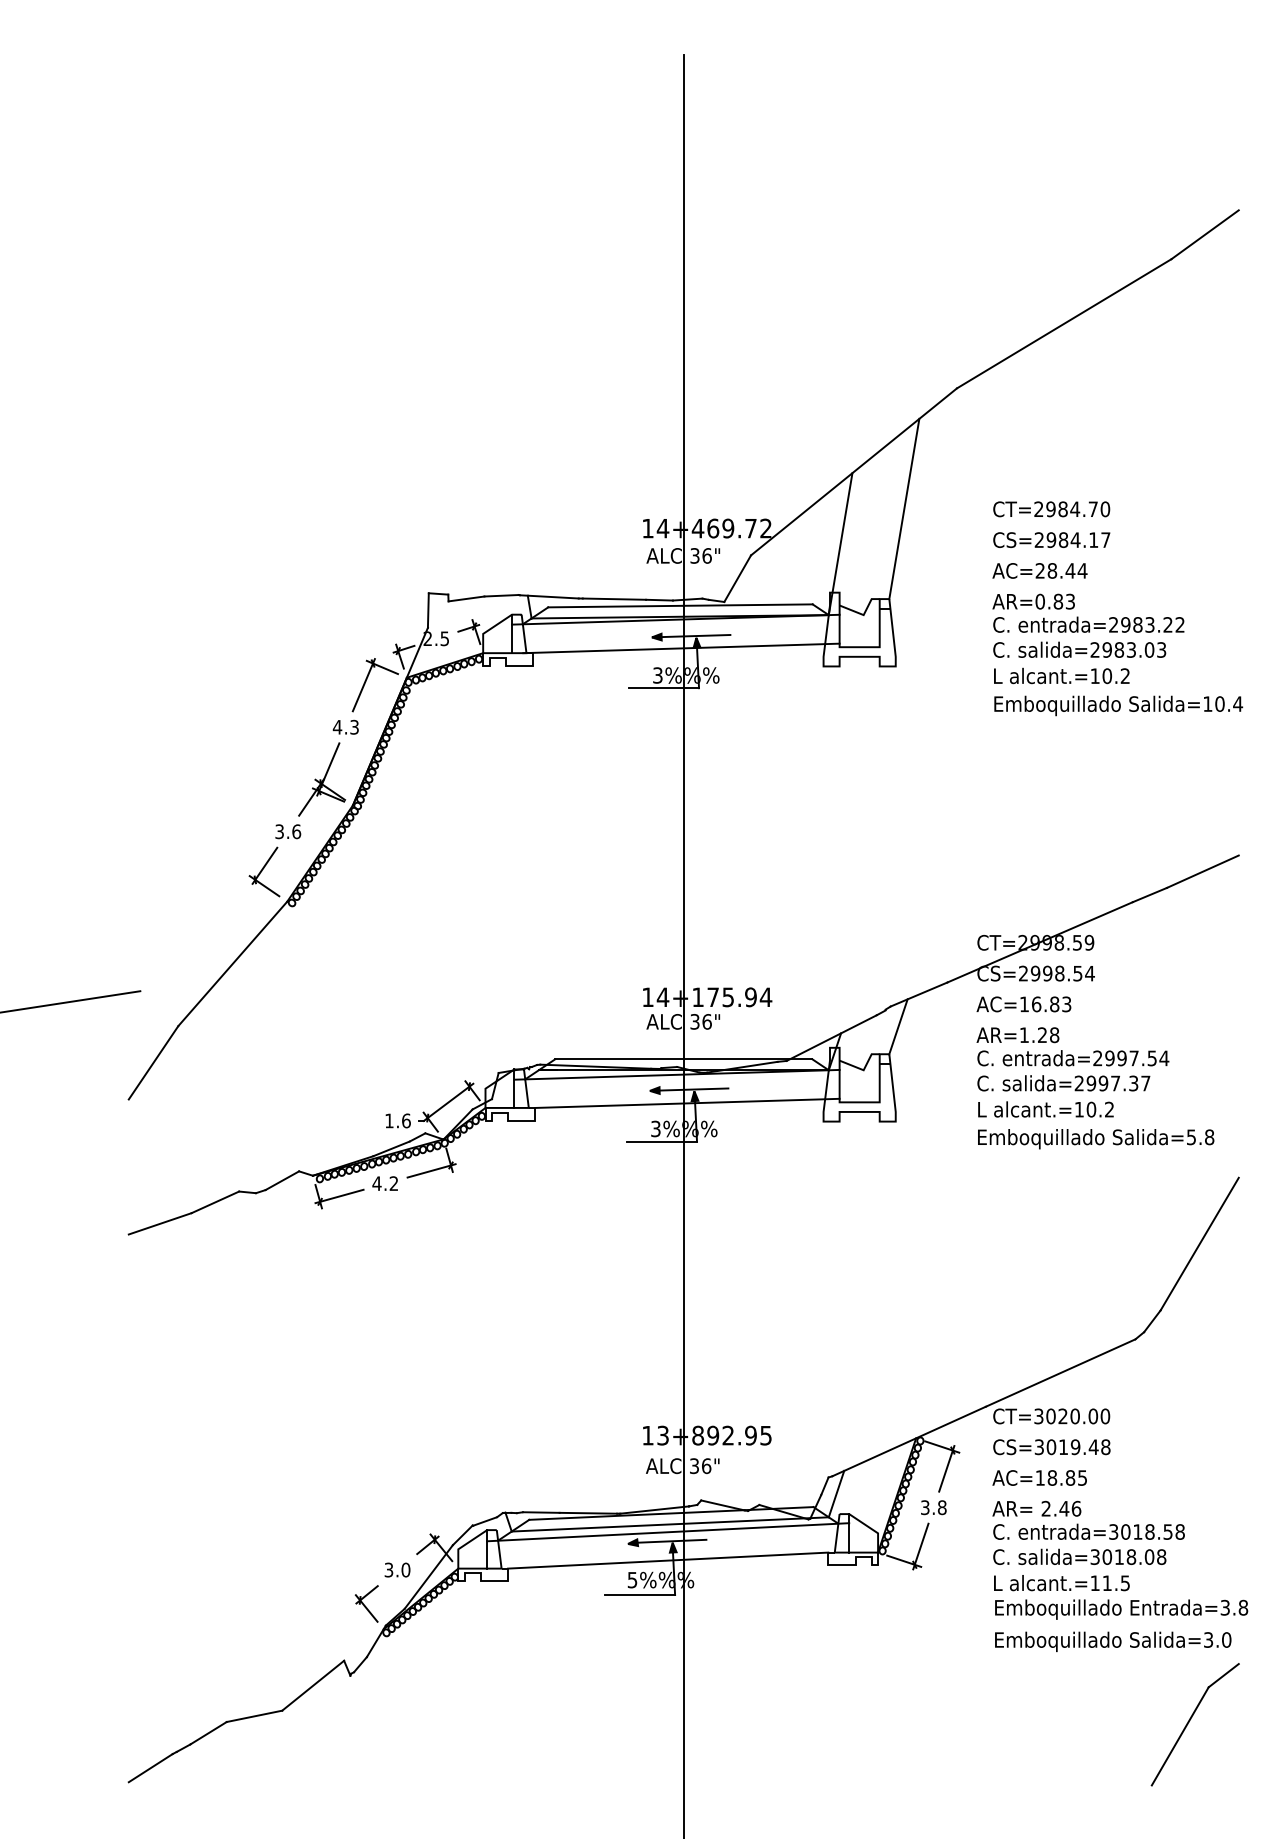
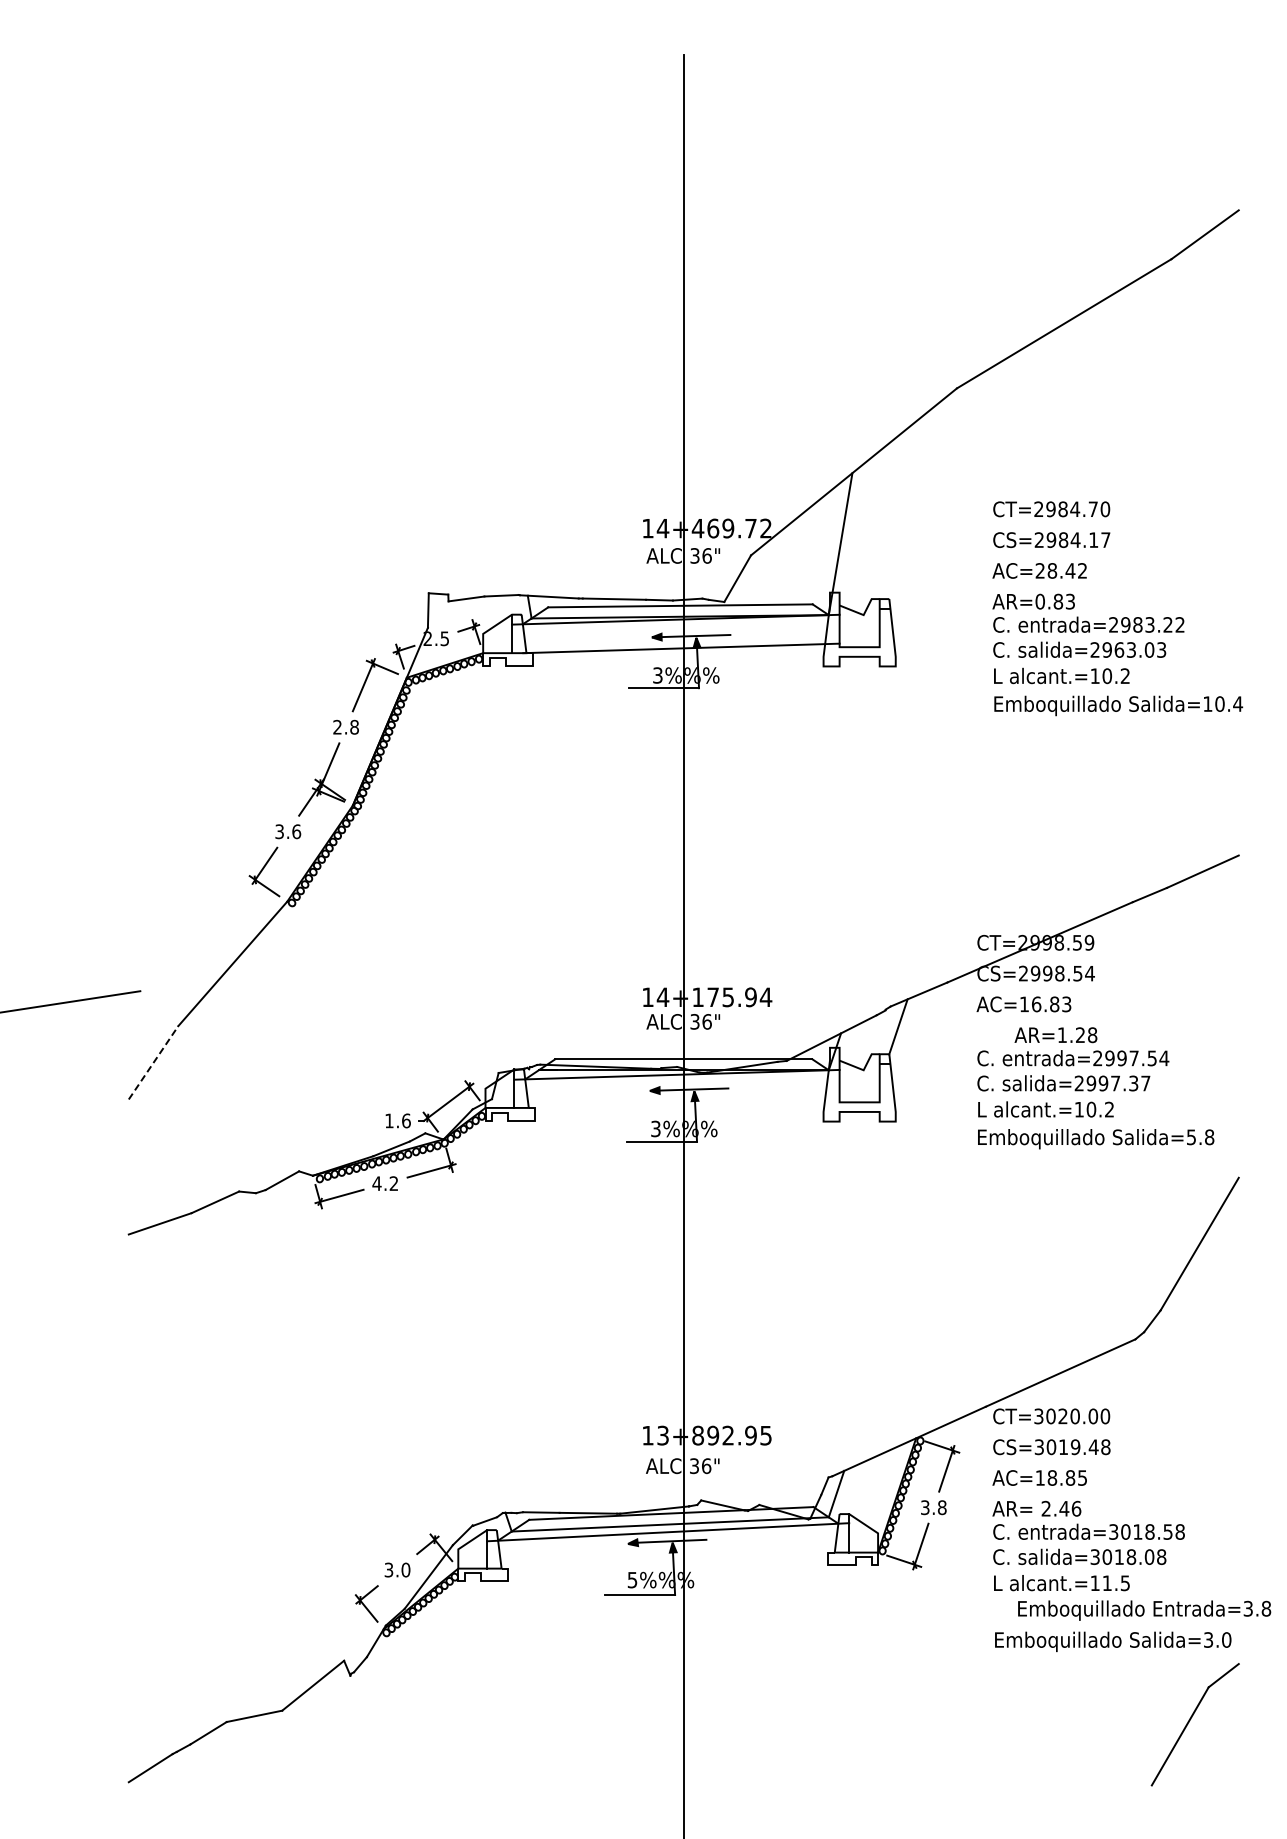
line at (904, 508): present -> none
text at (1082, 570): AC=28.44 -> AC=28.42
text at (1119, 649): salida=2983.03 -> salida=2963.03
text at (345, 726): 4.3 -> 2.8
text at (1017, 1035) position: (1017, 1035) -> (1055, 1035)
line at (153, 1062): solid -> dashed
line at (687, 1102): present -> none
line at (668, 1560): present -> none
text at (1121, 1609) position: (1121, 1609) -> (1144, 1610)
